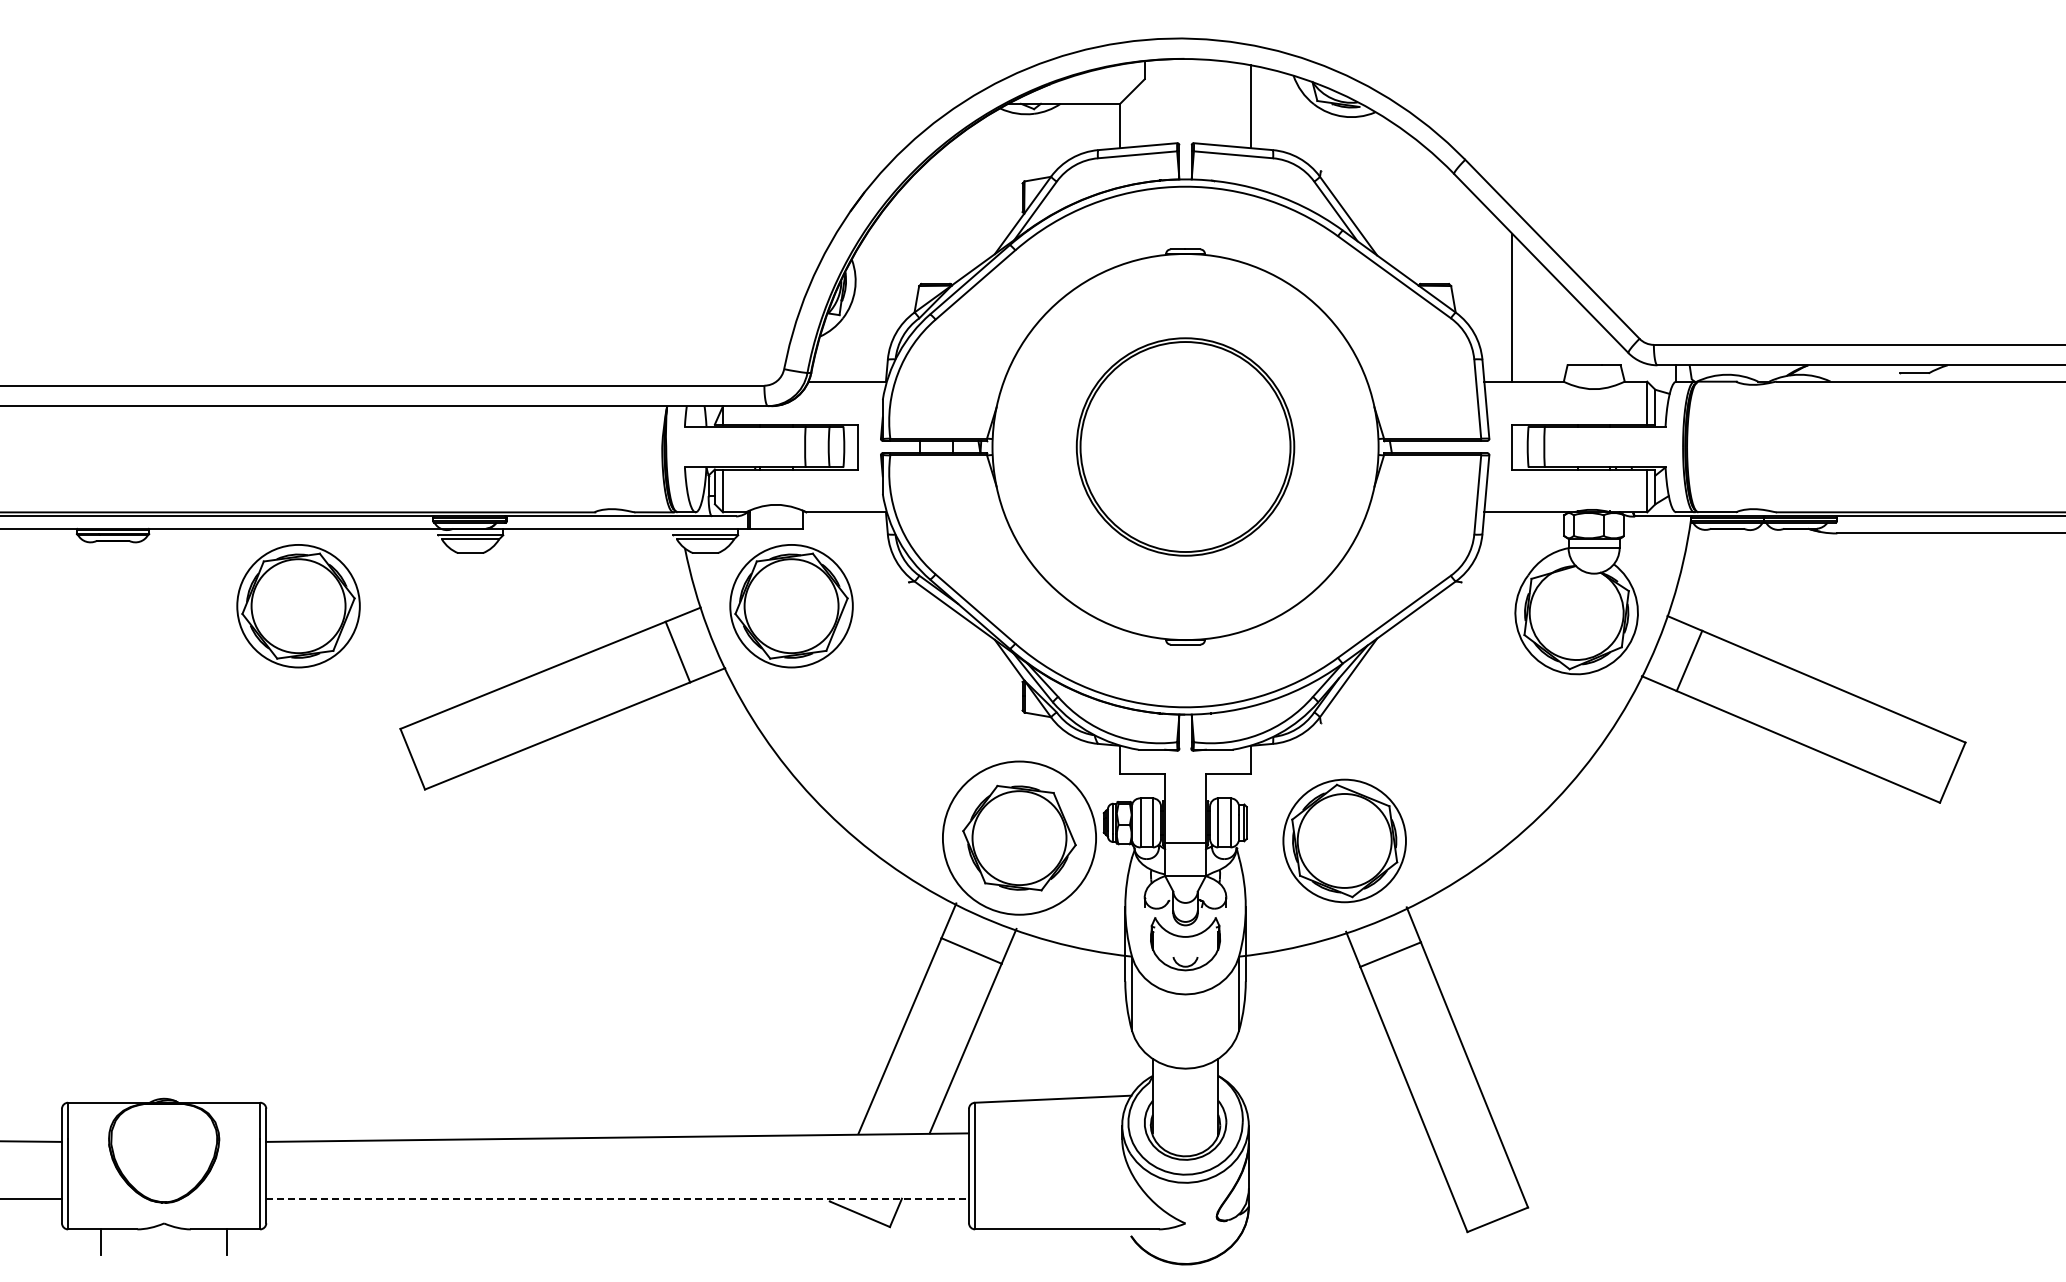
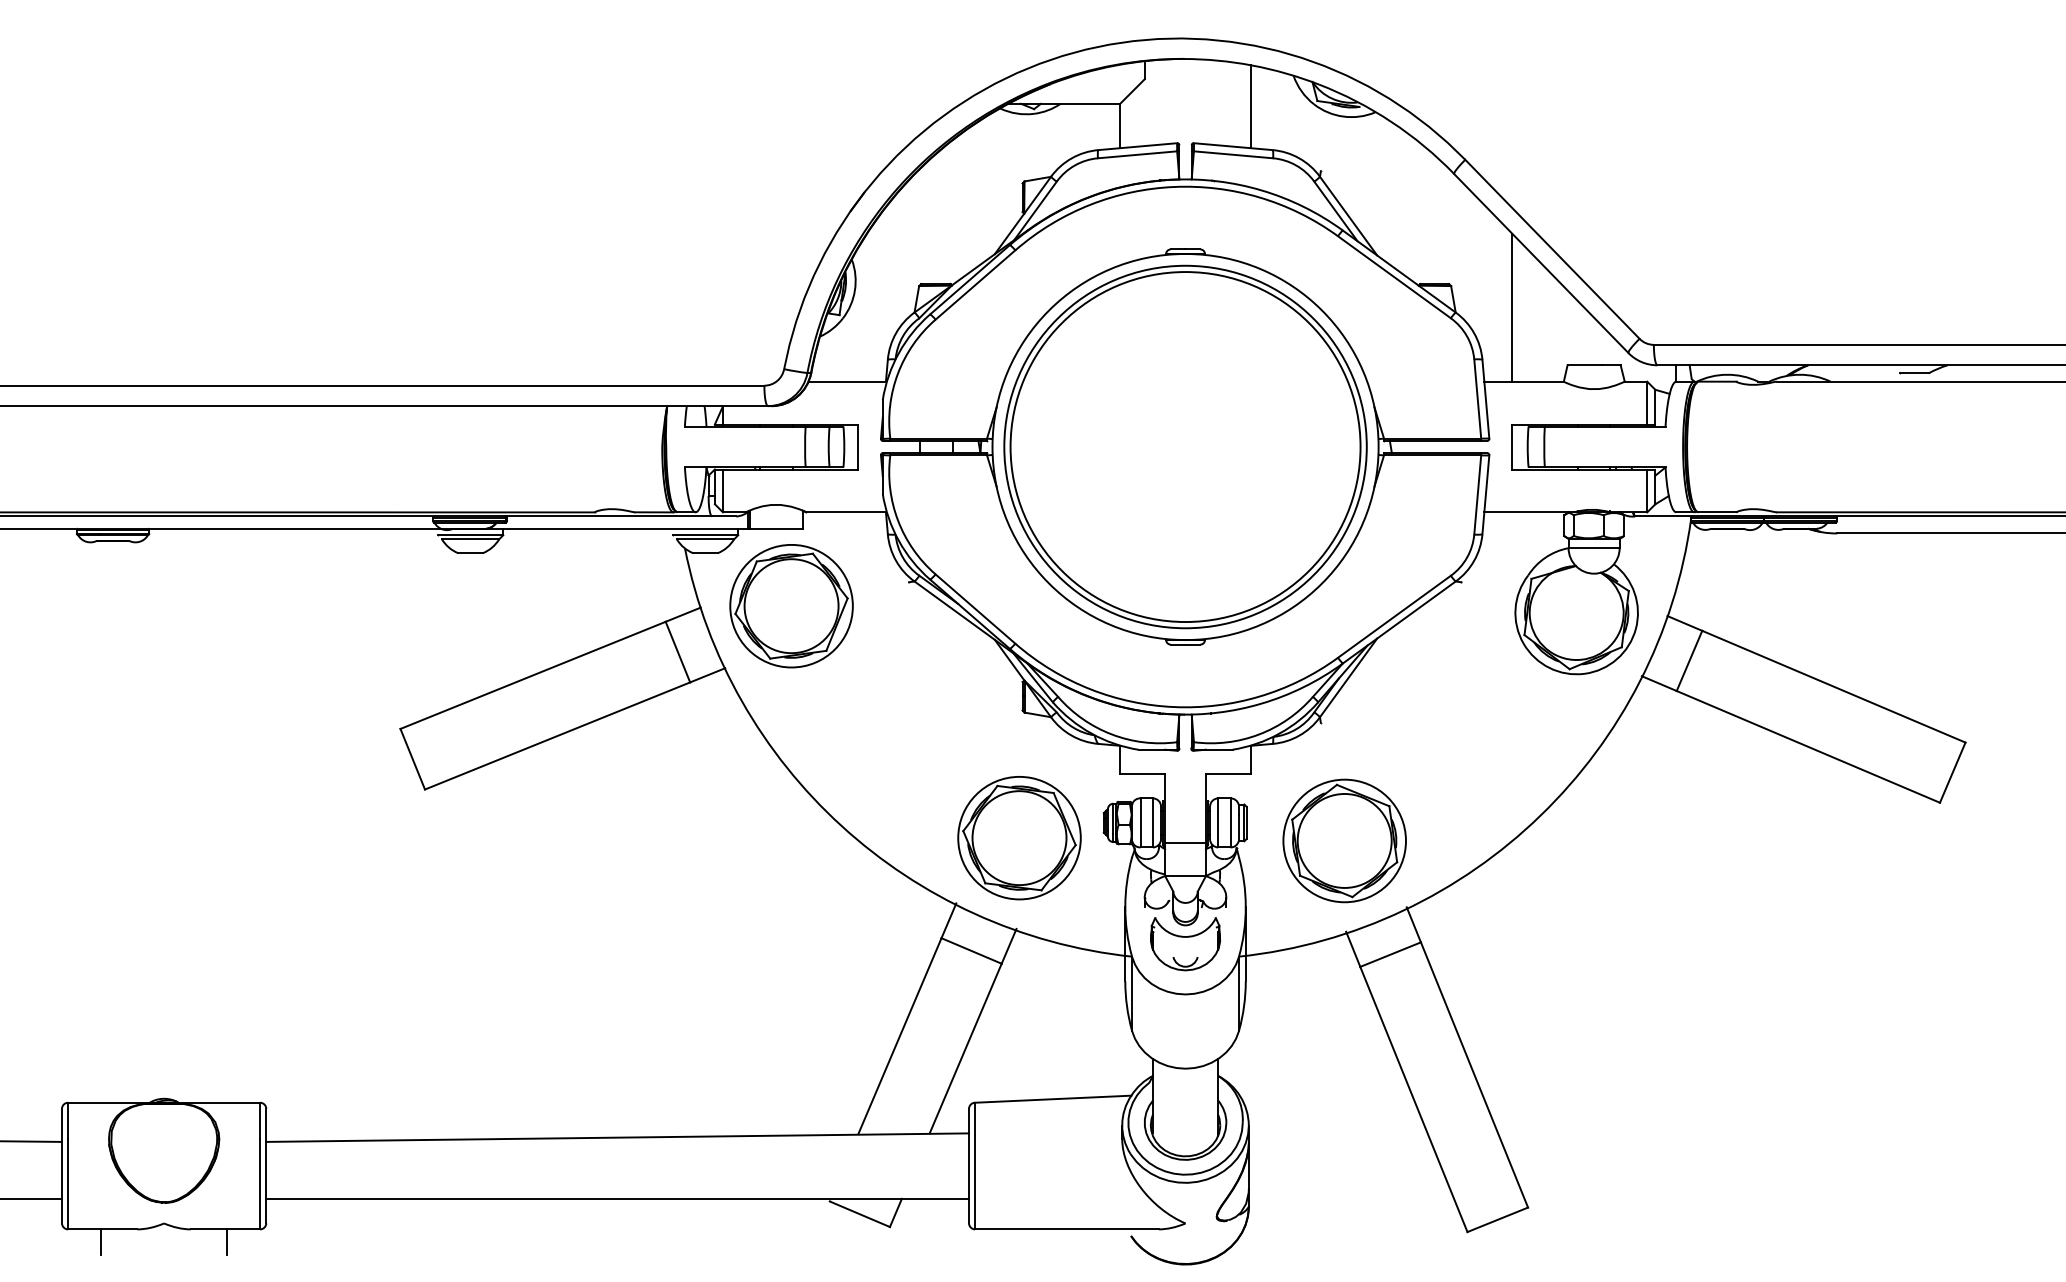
part at (1185, 446) size: 221x220 px -> 365x366 px
part at (298, 606): present -> none
circle at (1019, 837) diameter: 153 px -> 123 px
line at (618, 1198): dashed -> solid
